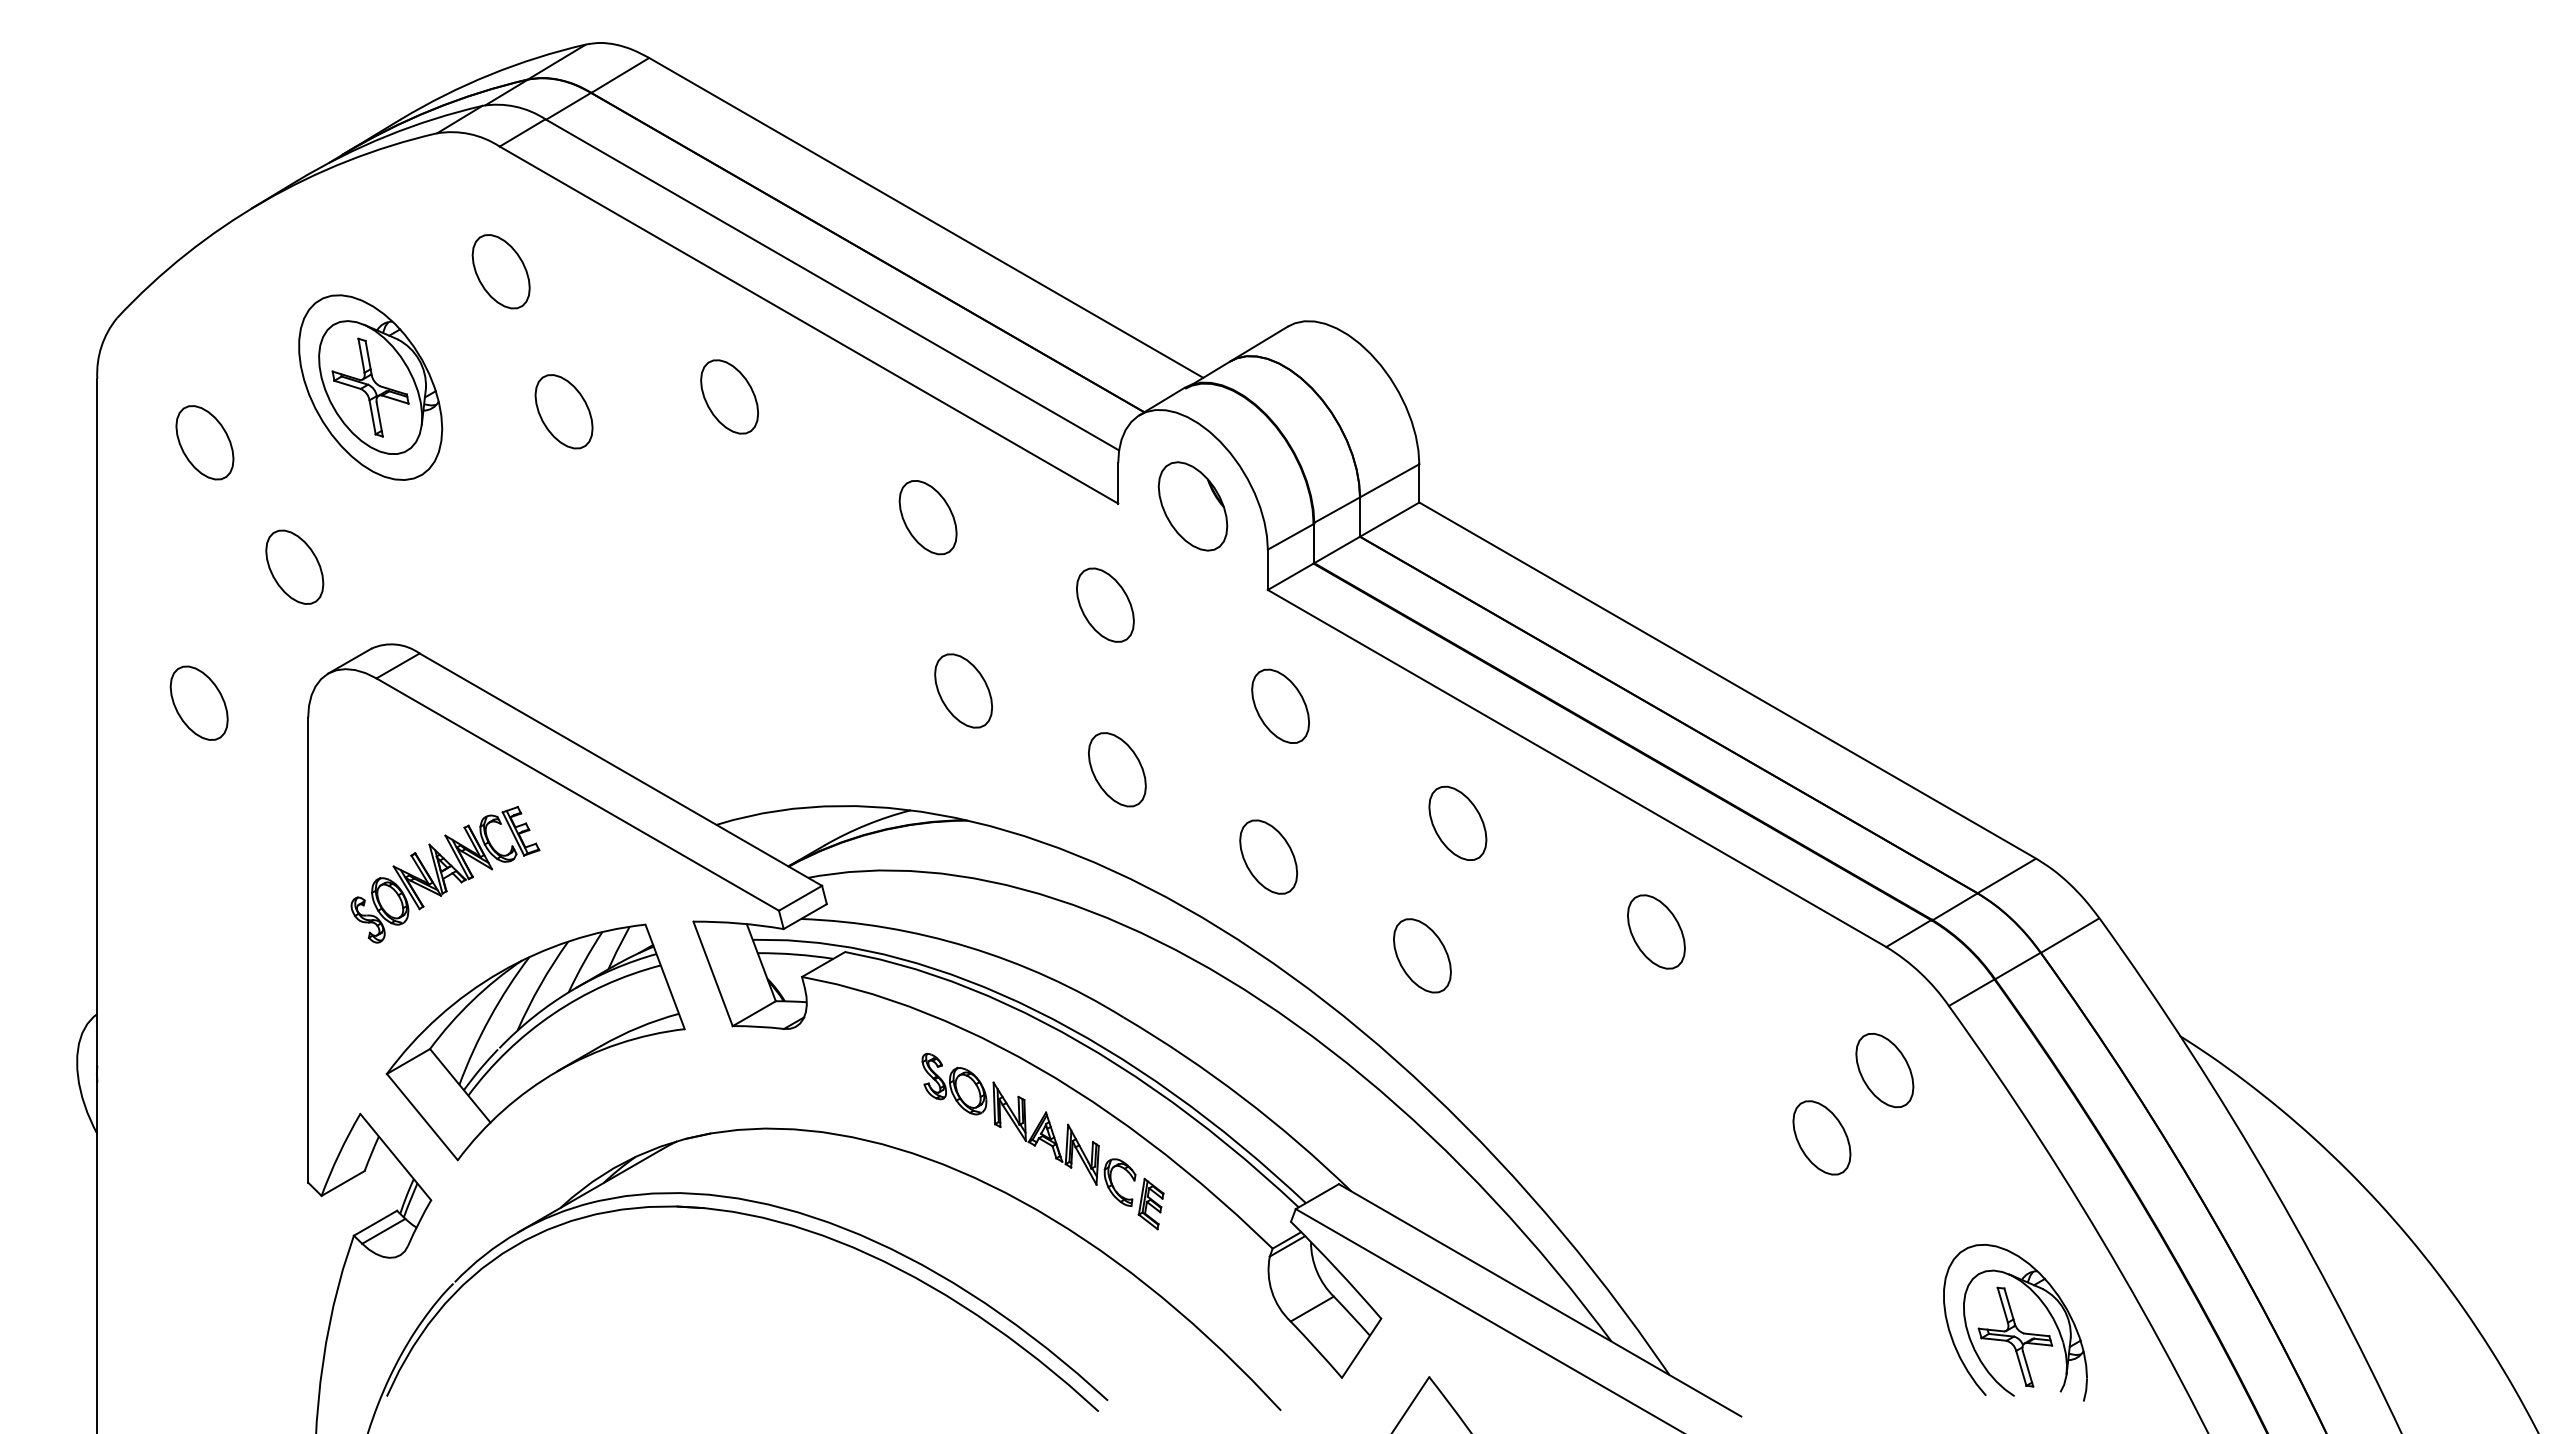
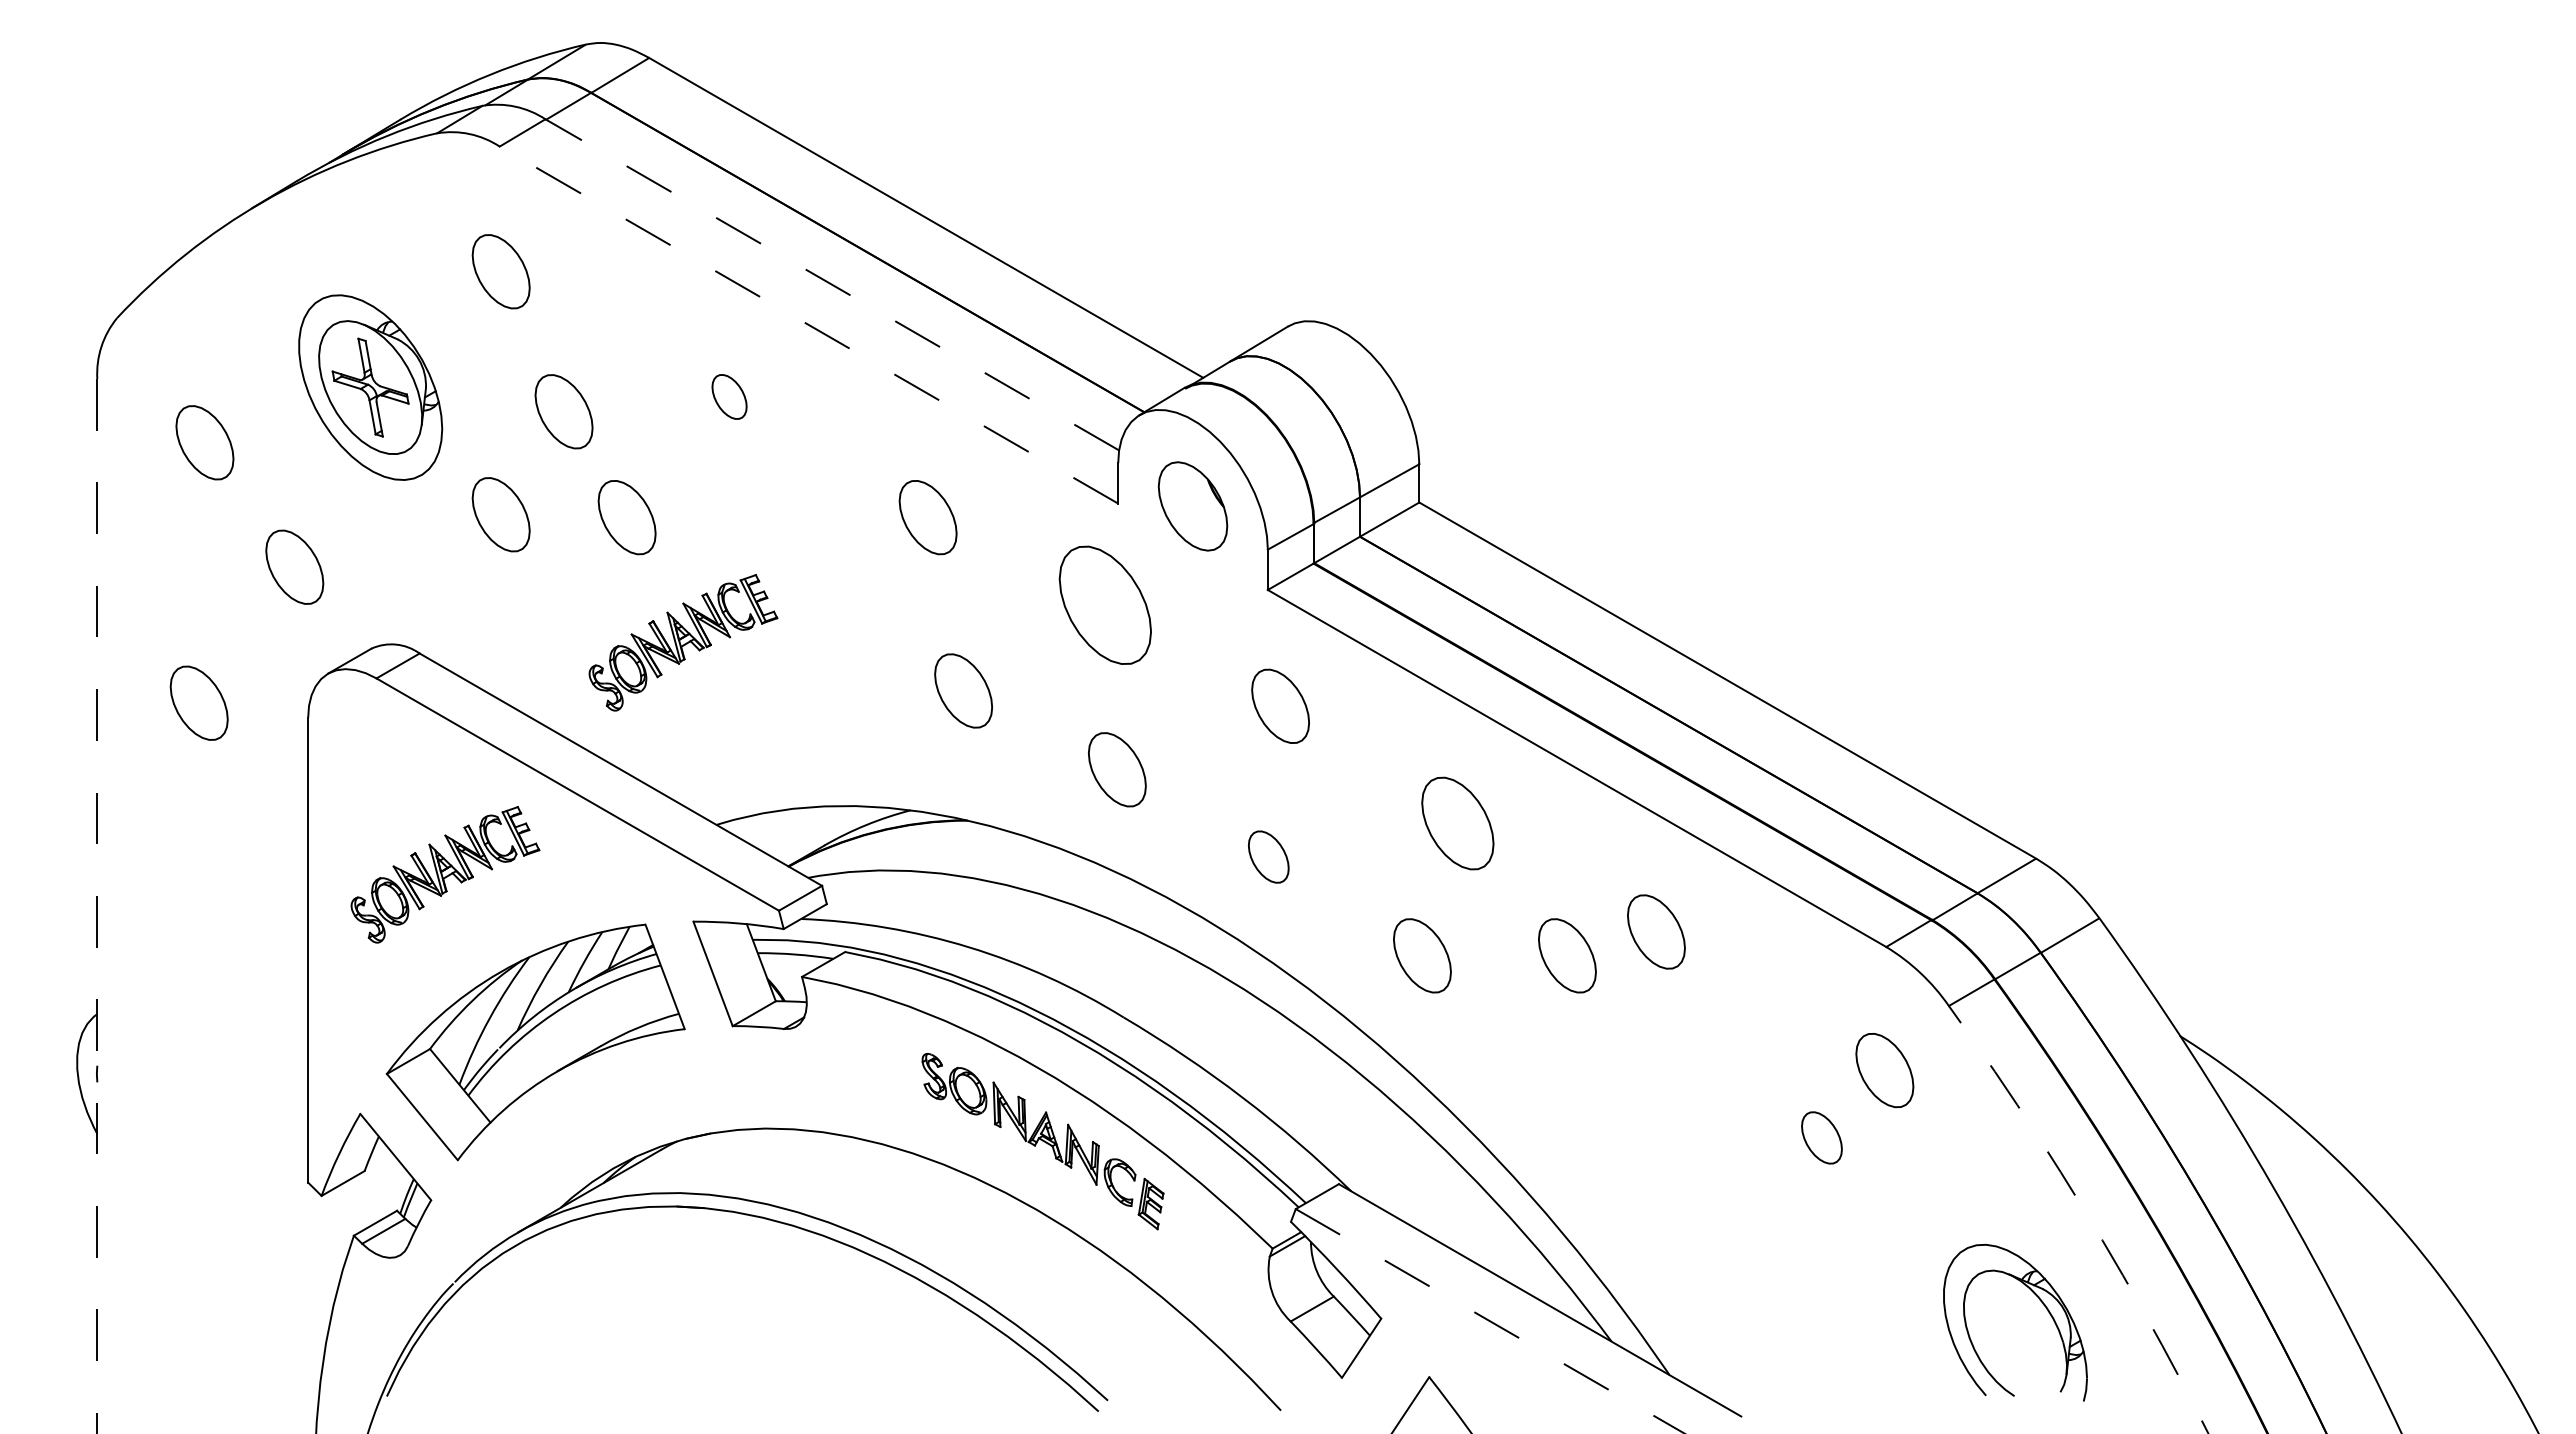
line at (831, 284): solid -> dashed
line at (808, 324): solid -> dashed
part at (729, 396) size: 59x76 px -> 37x46 px
part at (500, 514): none -> present
part at (626, 517): none -> present
part at (1105, 604) size: 59x76 px -> 94x120 px
part at (683, 642): none -> present
part at (1457, 822) size: 60x76 px -> 74x95 px
part at (1268, 856) size: 60x76 px -> 42x54 px
line at (97, 906): solid -> dashed
part at (1567, 955): none -> present
part at (1821, 1137) size: 60x76 px -> 42x54 px
arc at (2086, 1214): solid -> dashed
line at (1490, 1321): solid -> dashed
part at (2015, 1336): present -> none
